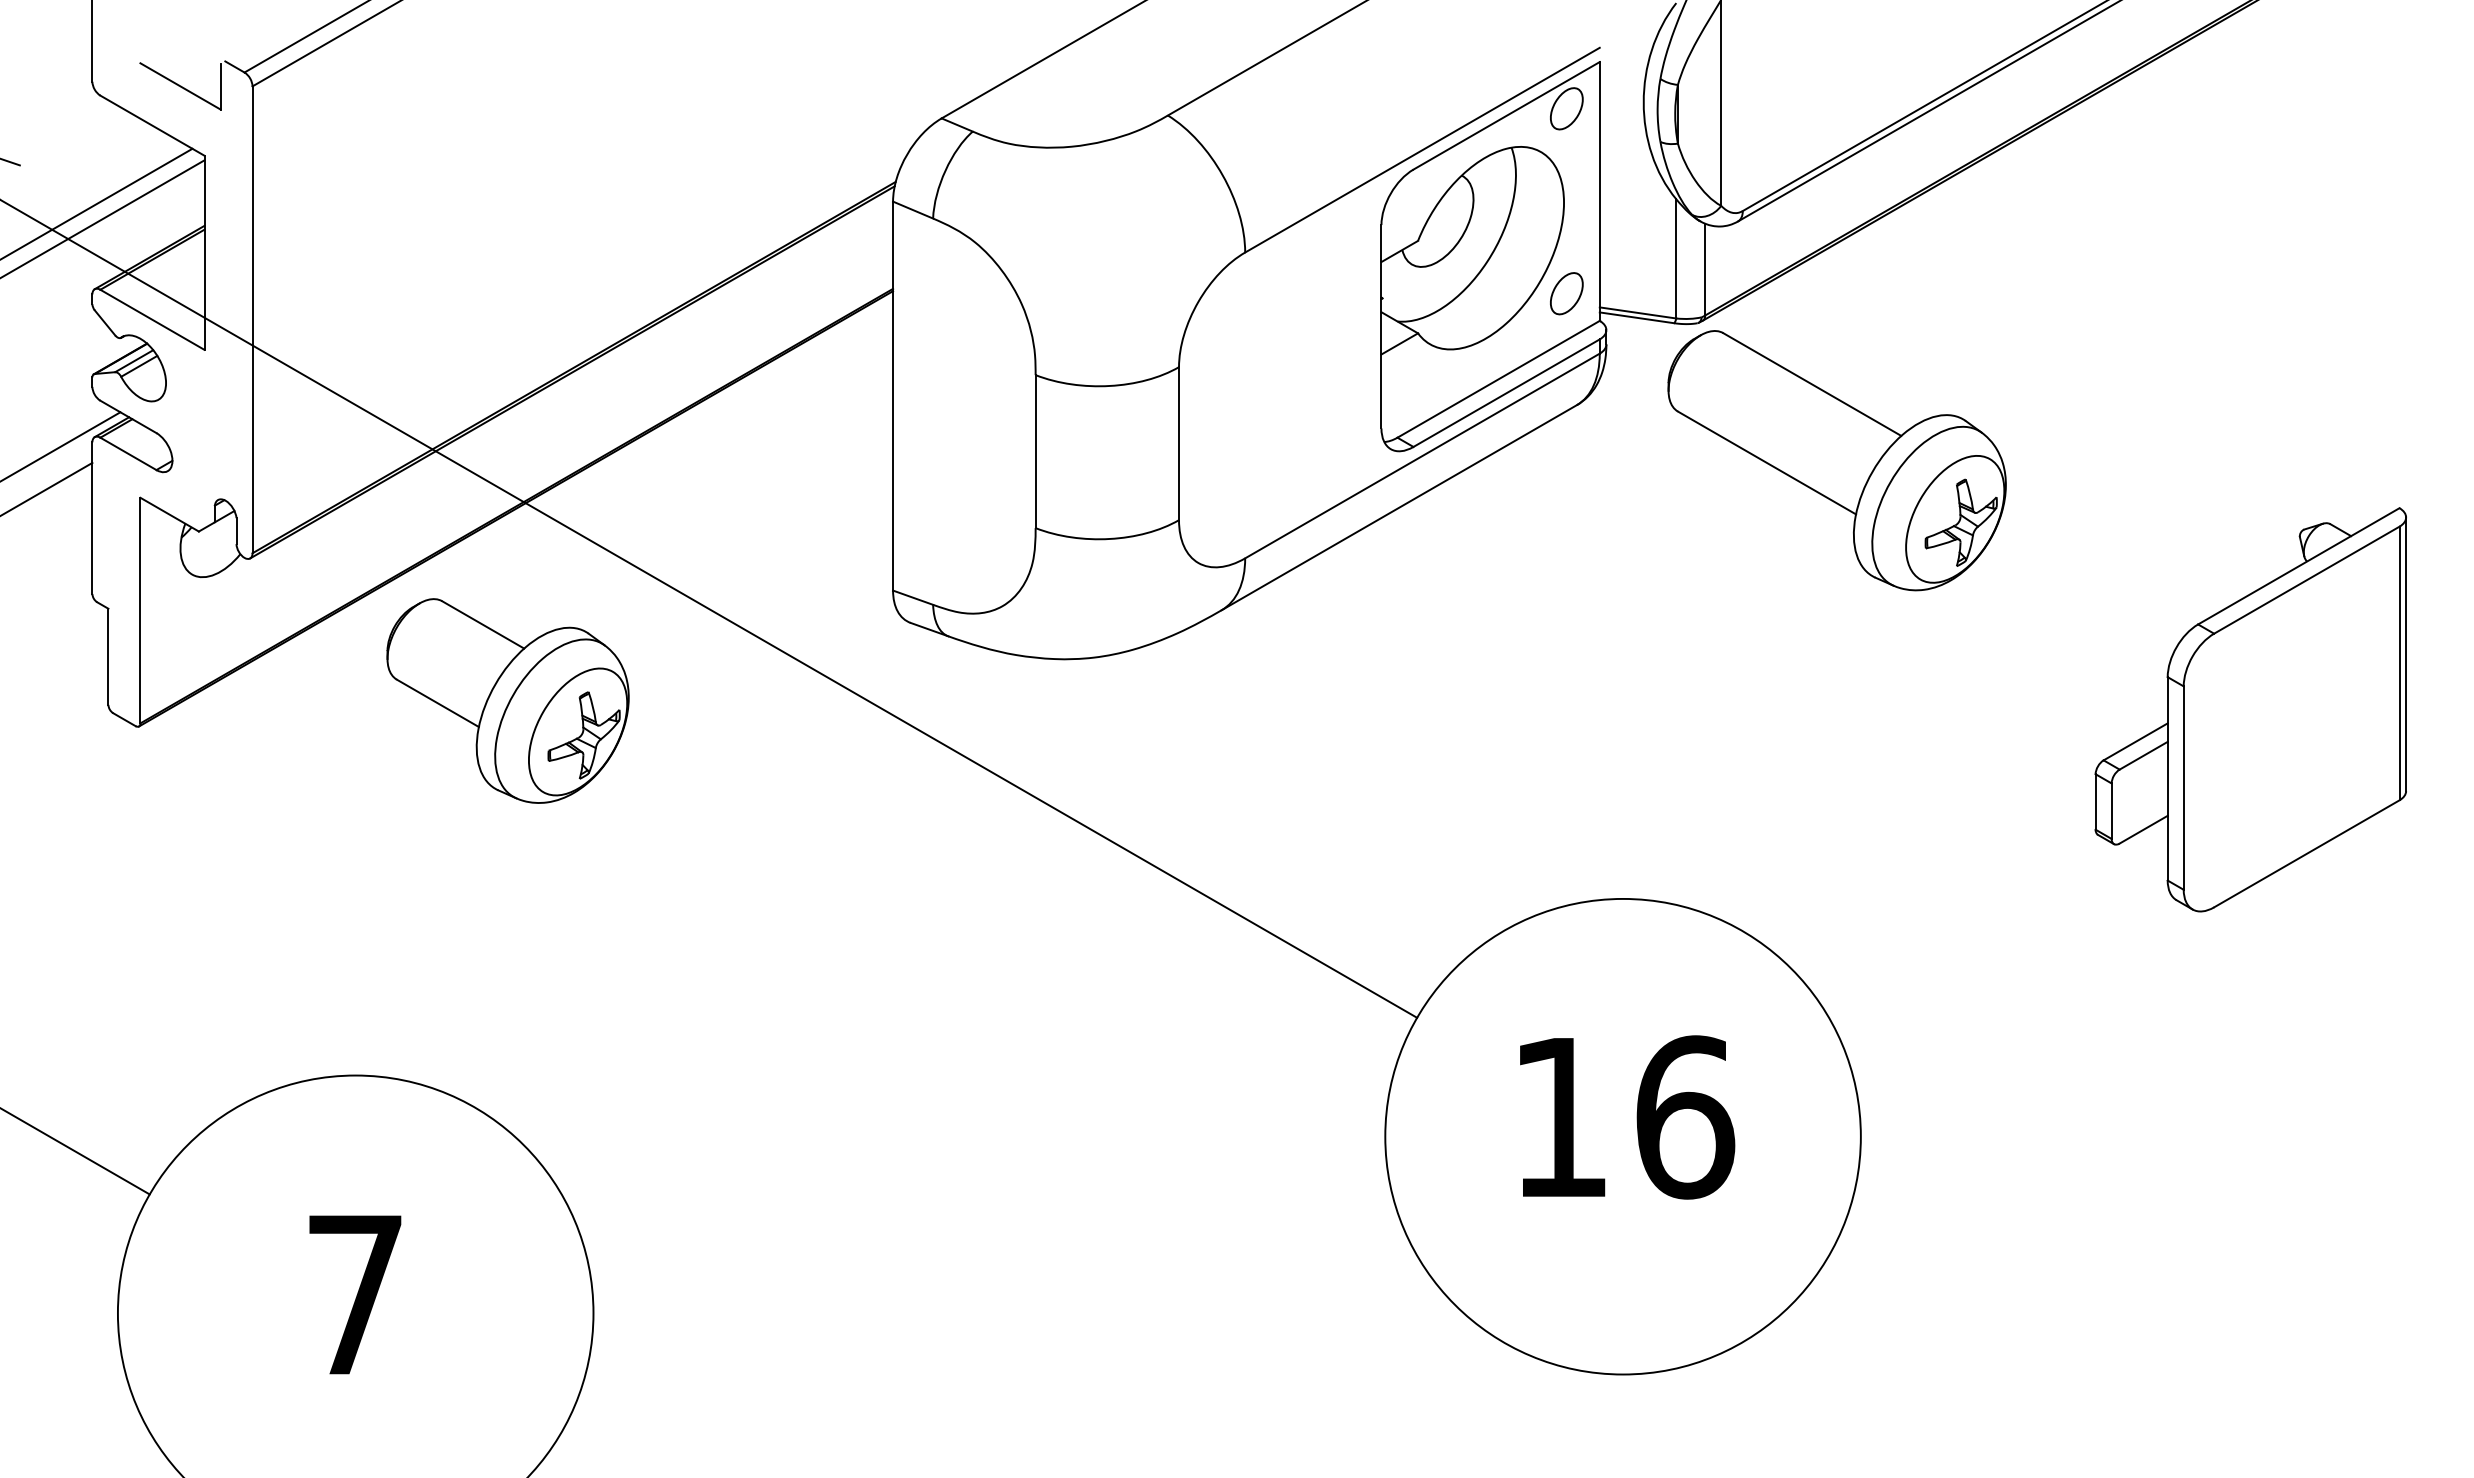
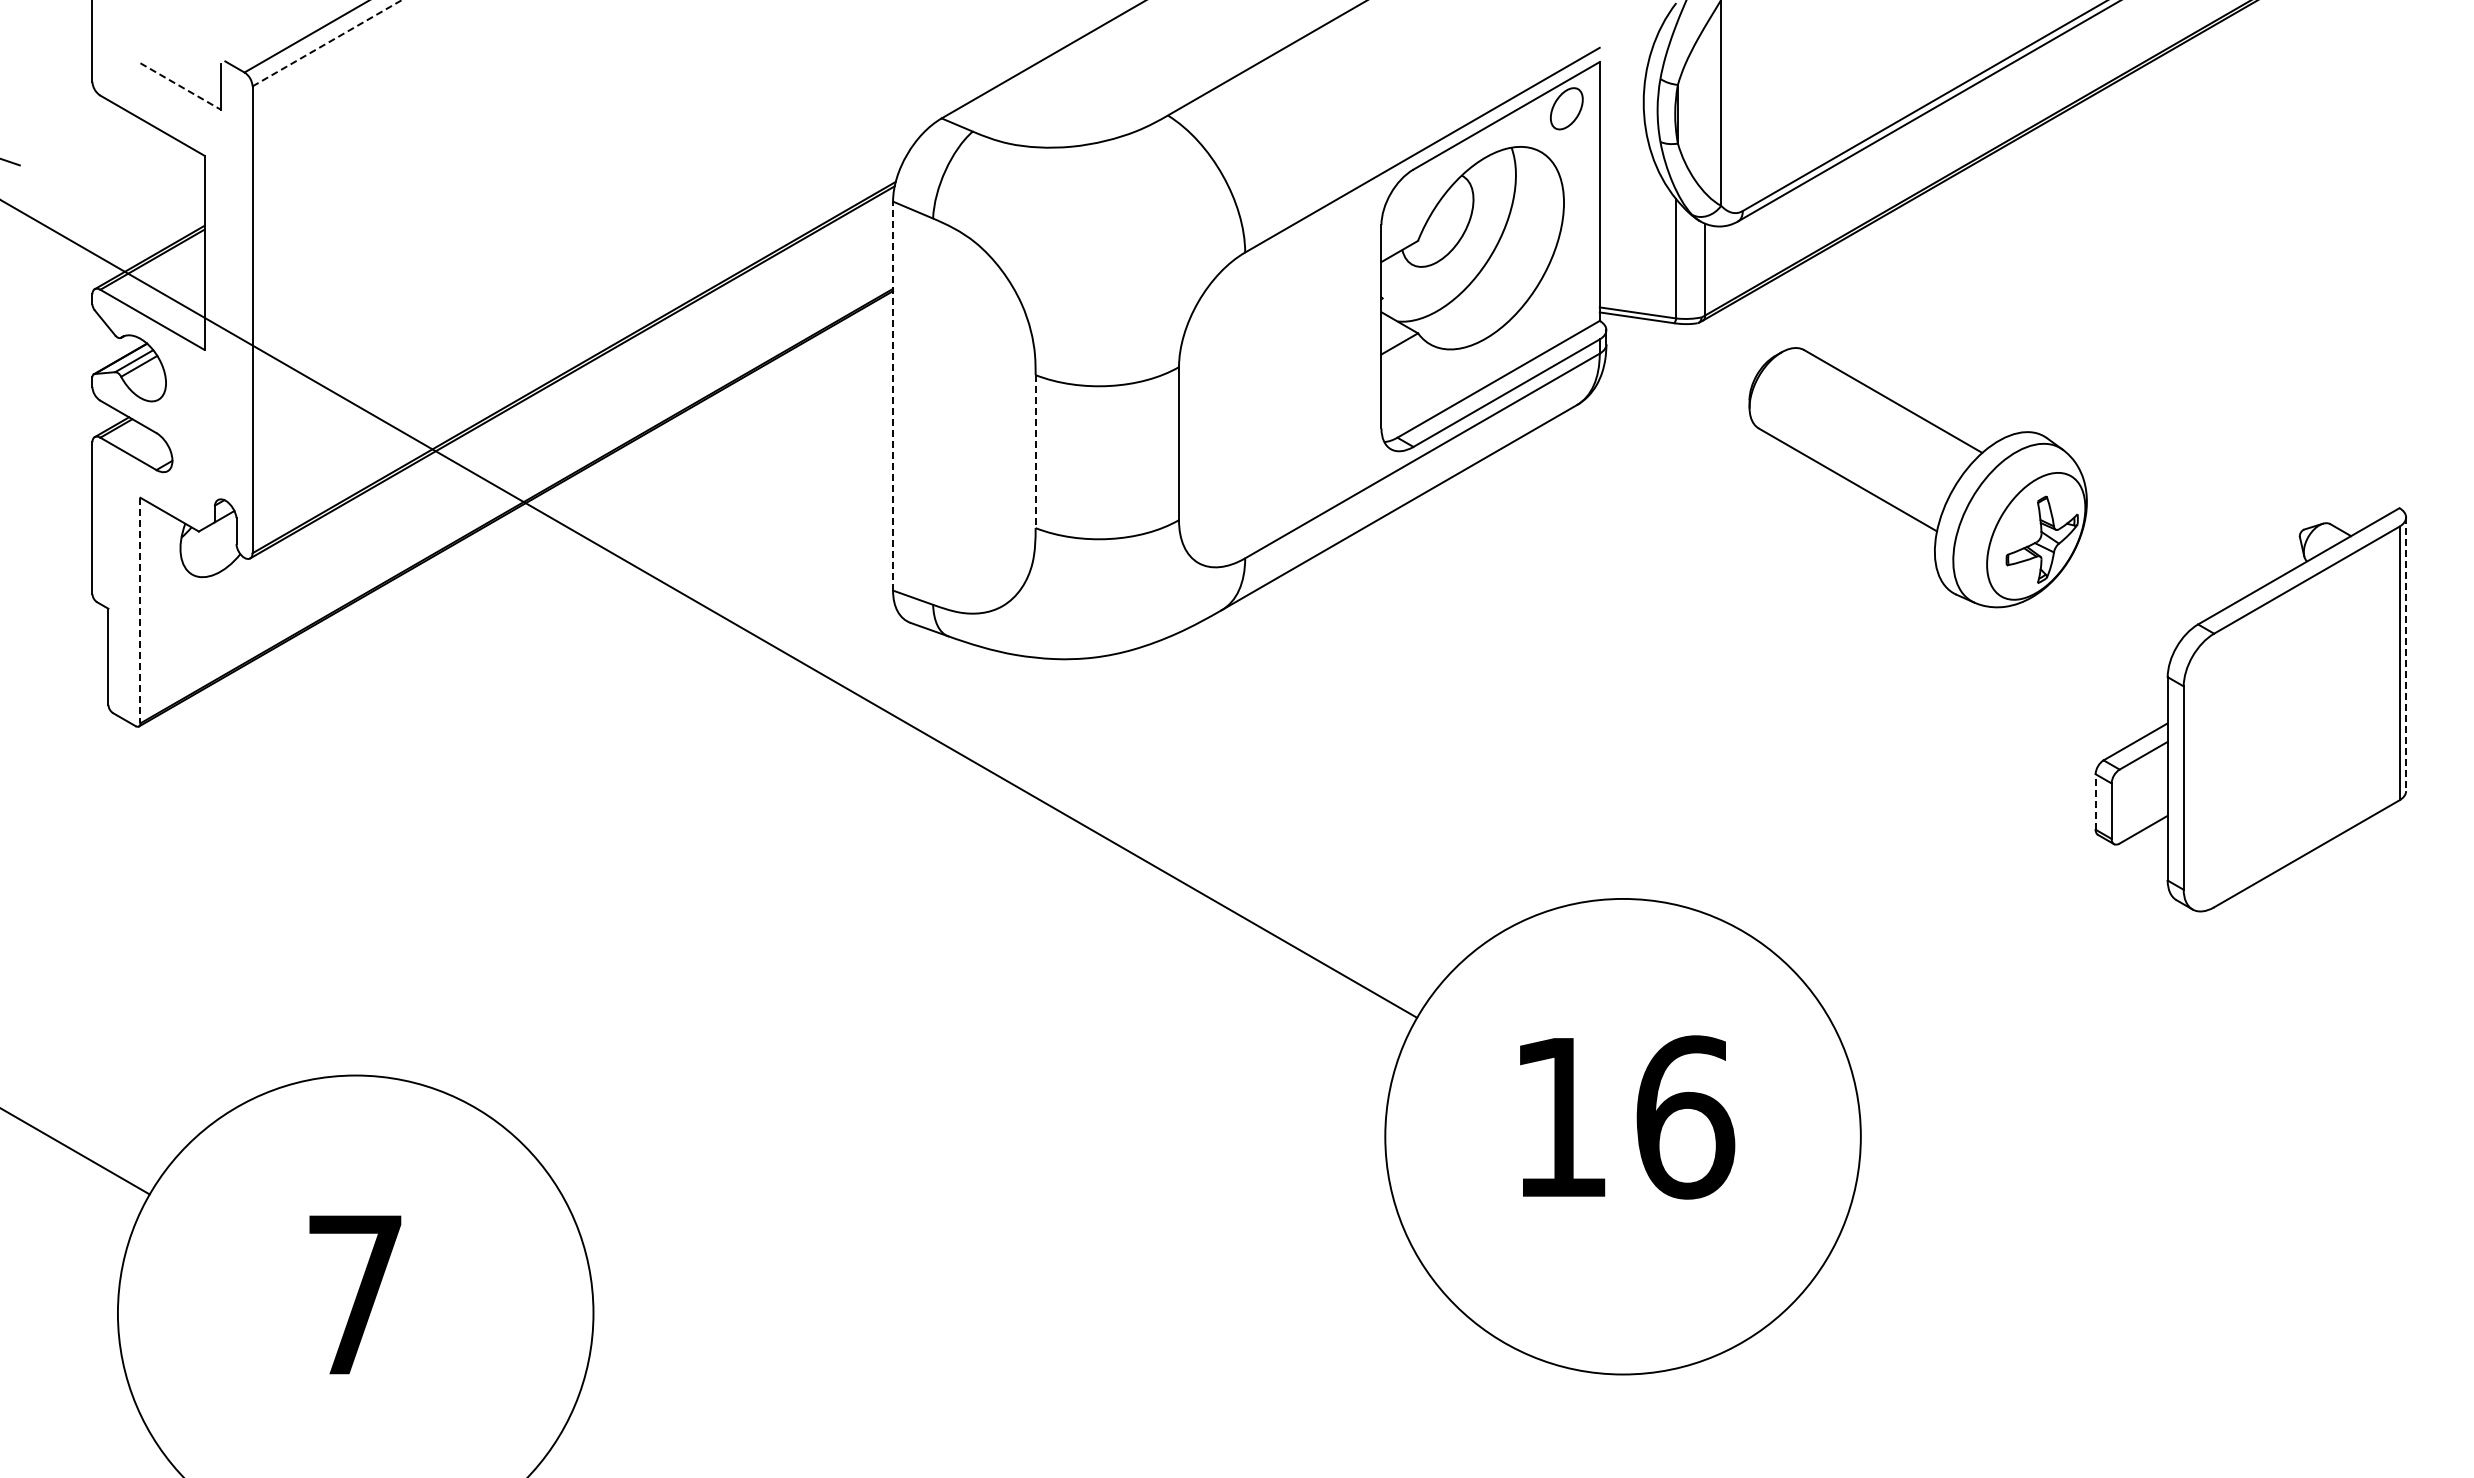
line at (327, 43): solid -> dashed
line at (180, 86): solid -> dashed
line at (97, 203): present -> none
line at (103, 218): present -> none
part at (1566, 293): present -> none
line at (893, 395): solid -> dashed
line at (61, 446): present -> none
line at (1035, 451): solid -> dashed
part at (1836, 460) position: (1836, 460) -> (1917, 477)
line at (47, 488): present -> none
line at (140, 610): solid -> dashed
line at (2406, 654): solid -> dashed
part at (507, 700): present -> none
line at (2095, 801): solid -> dashed
